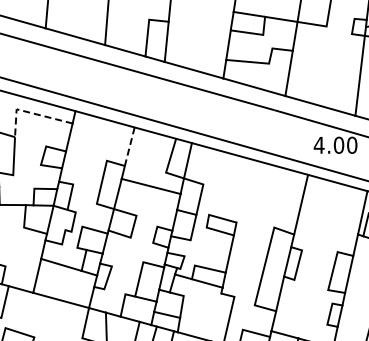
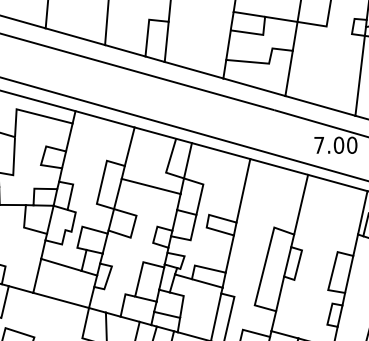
line at (30, 112): dashed -> solid
text at (318, 145): 4.00 -> 7.00
line at (129, 146): dashed -> solid
line at (243, 190): none -> present
line at (216, 315): none -> present
